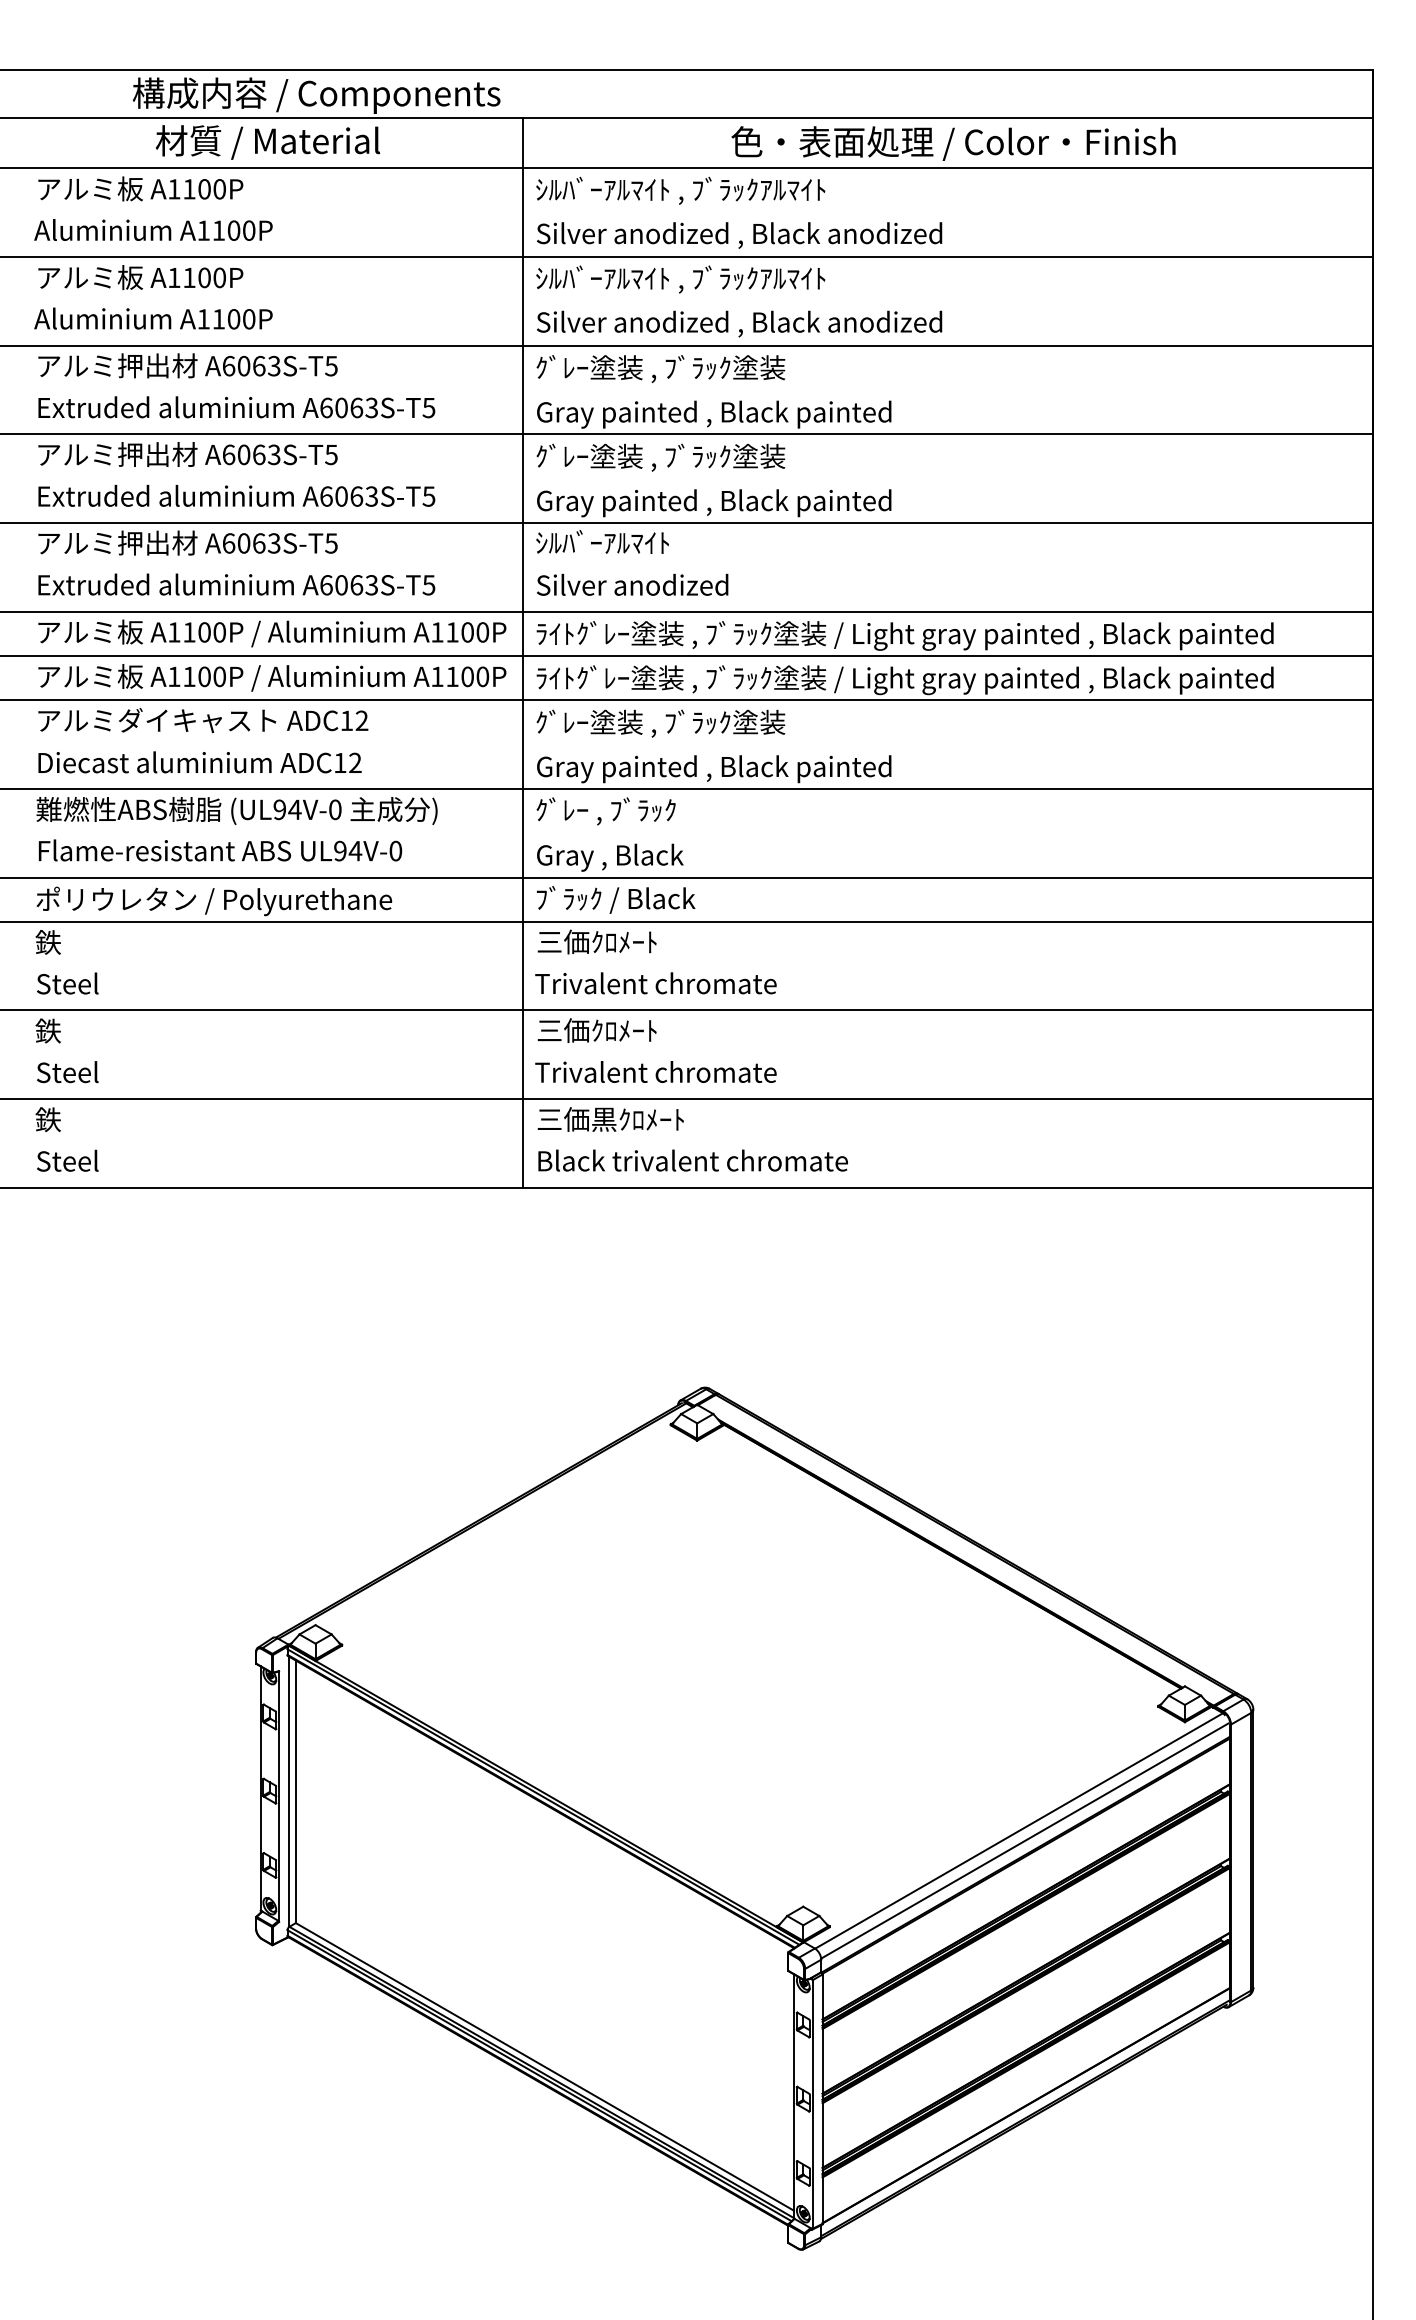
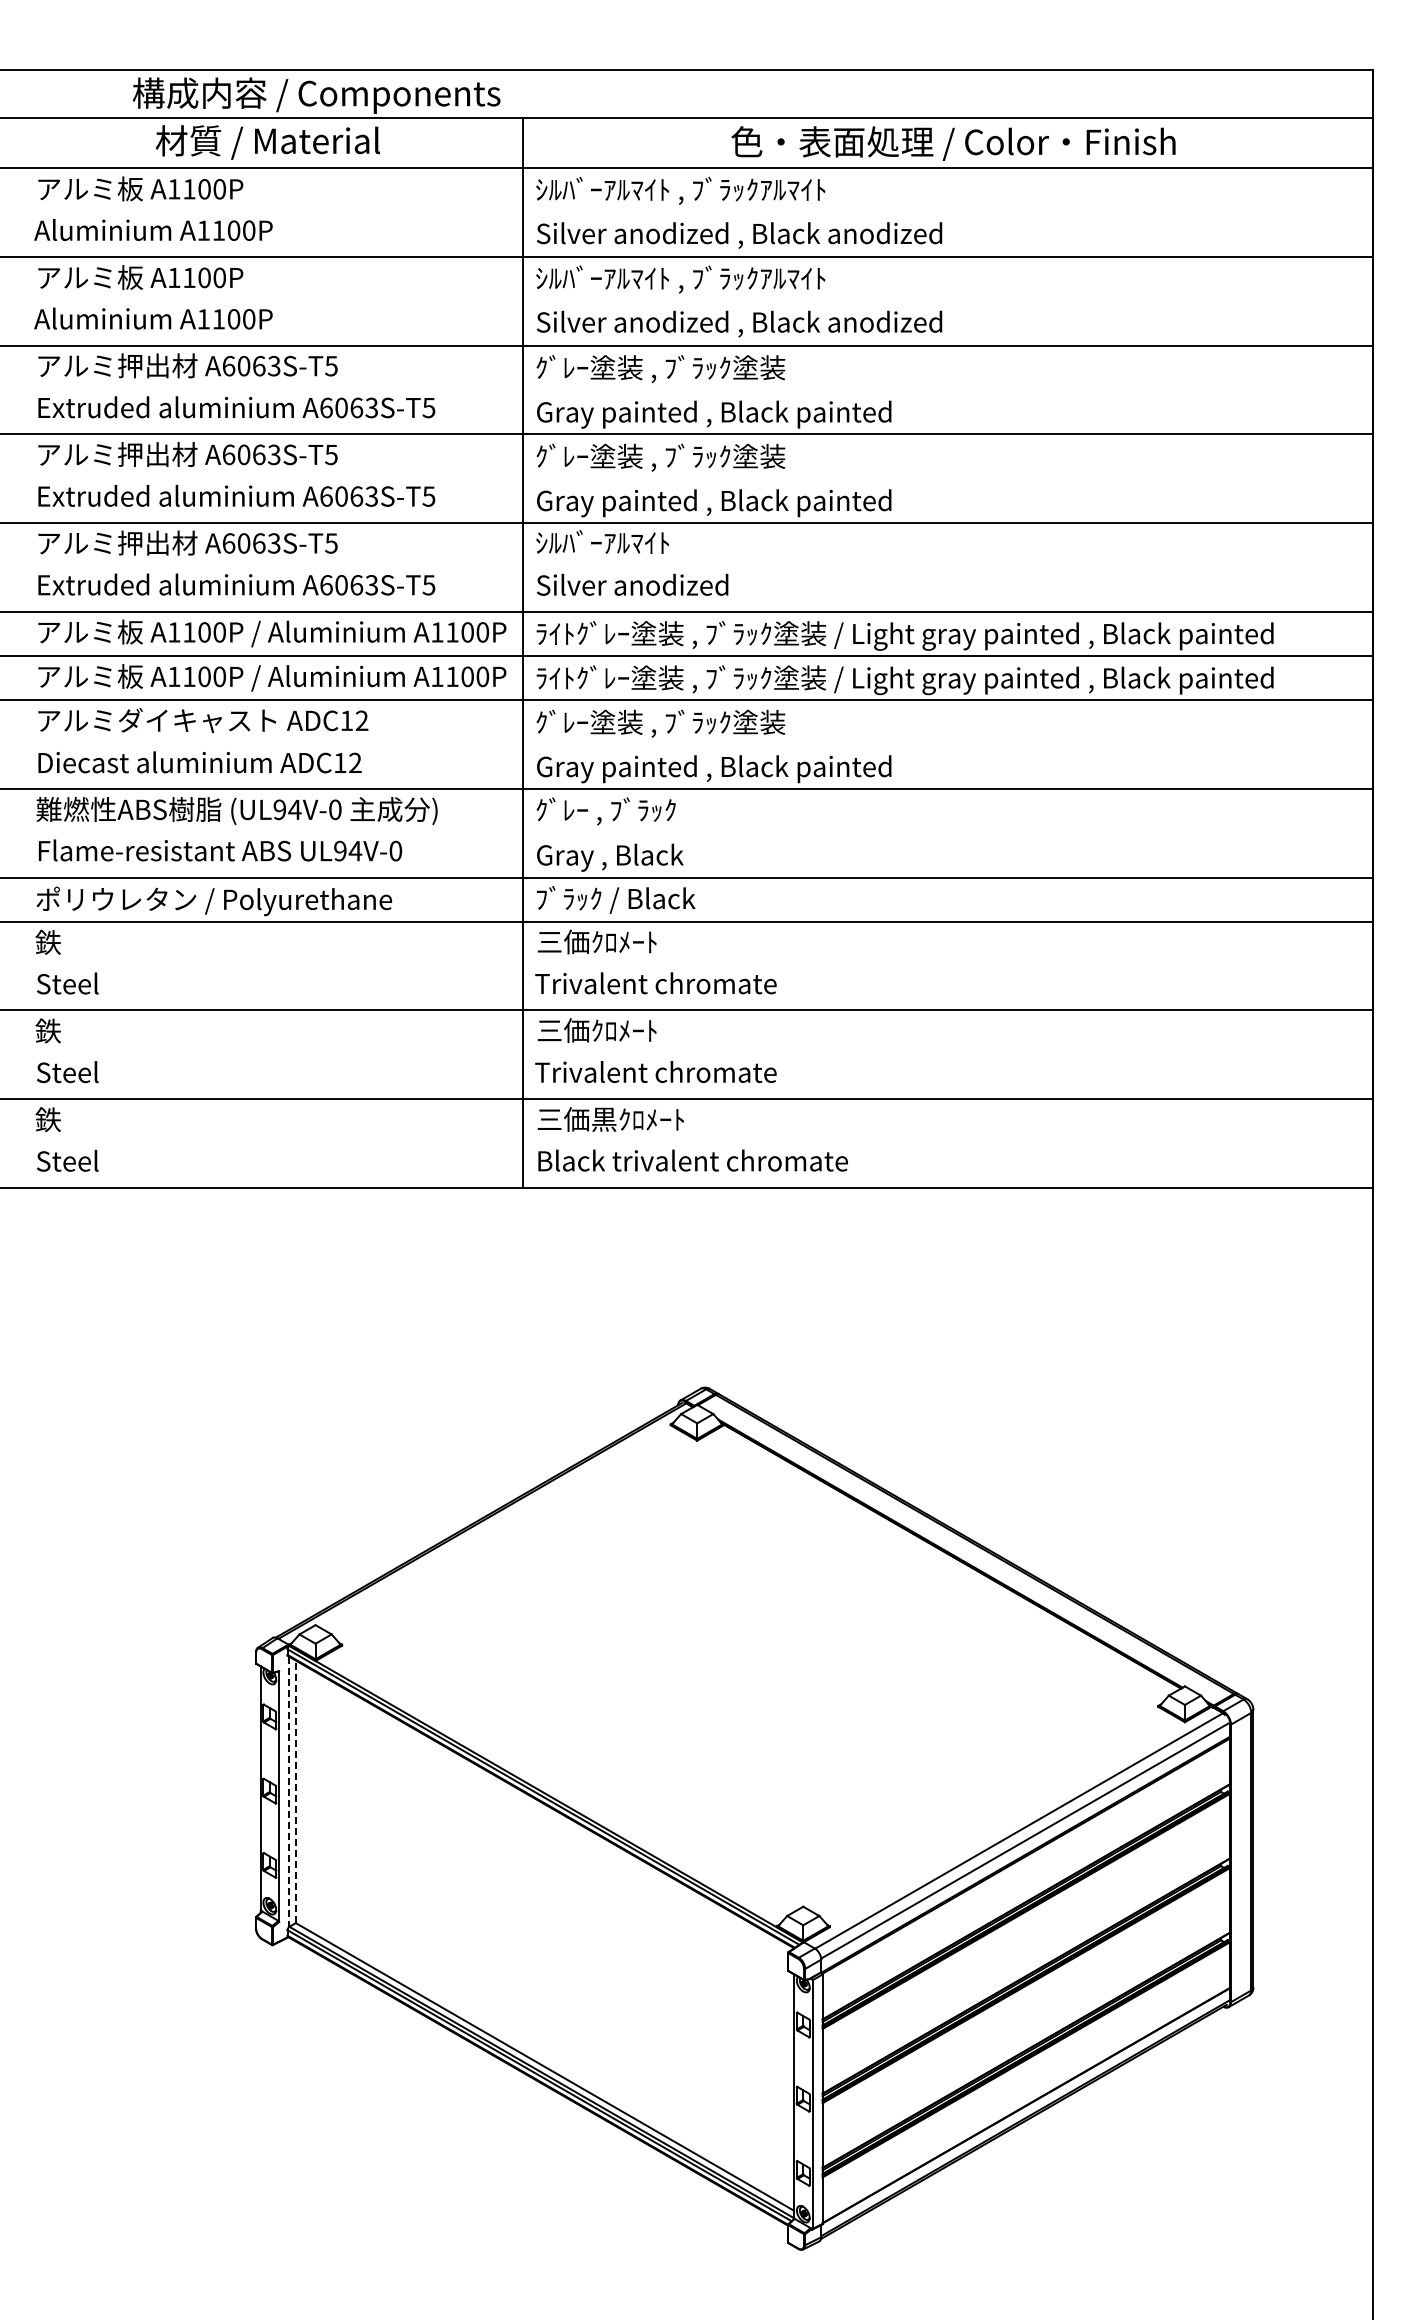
line at (295, 1791): solid -> dashed
line at (289, 1792): solid -> dashed
